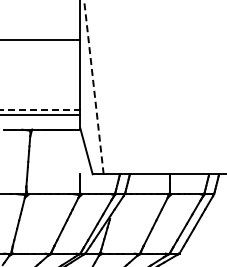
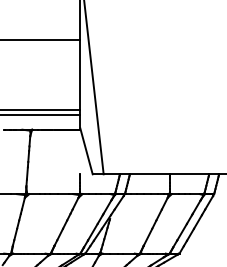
line at (93, 87): dashed -> solid
line at (40, 109): dashed -> solid
